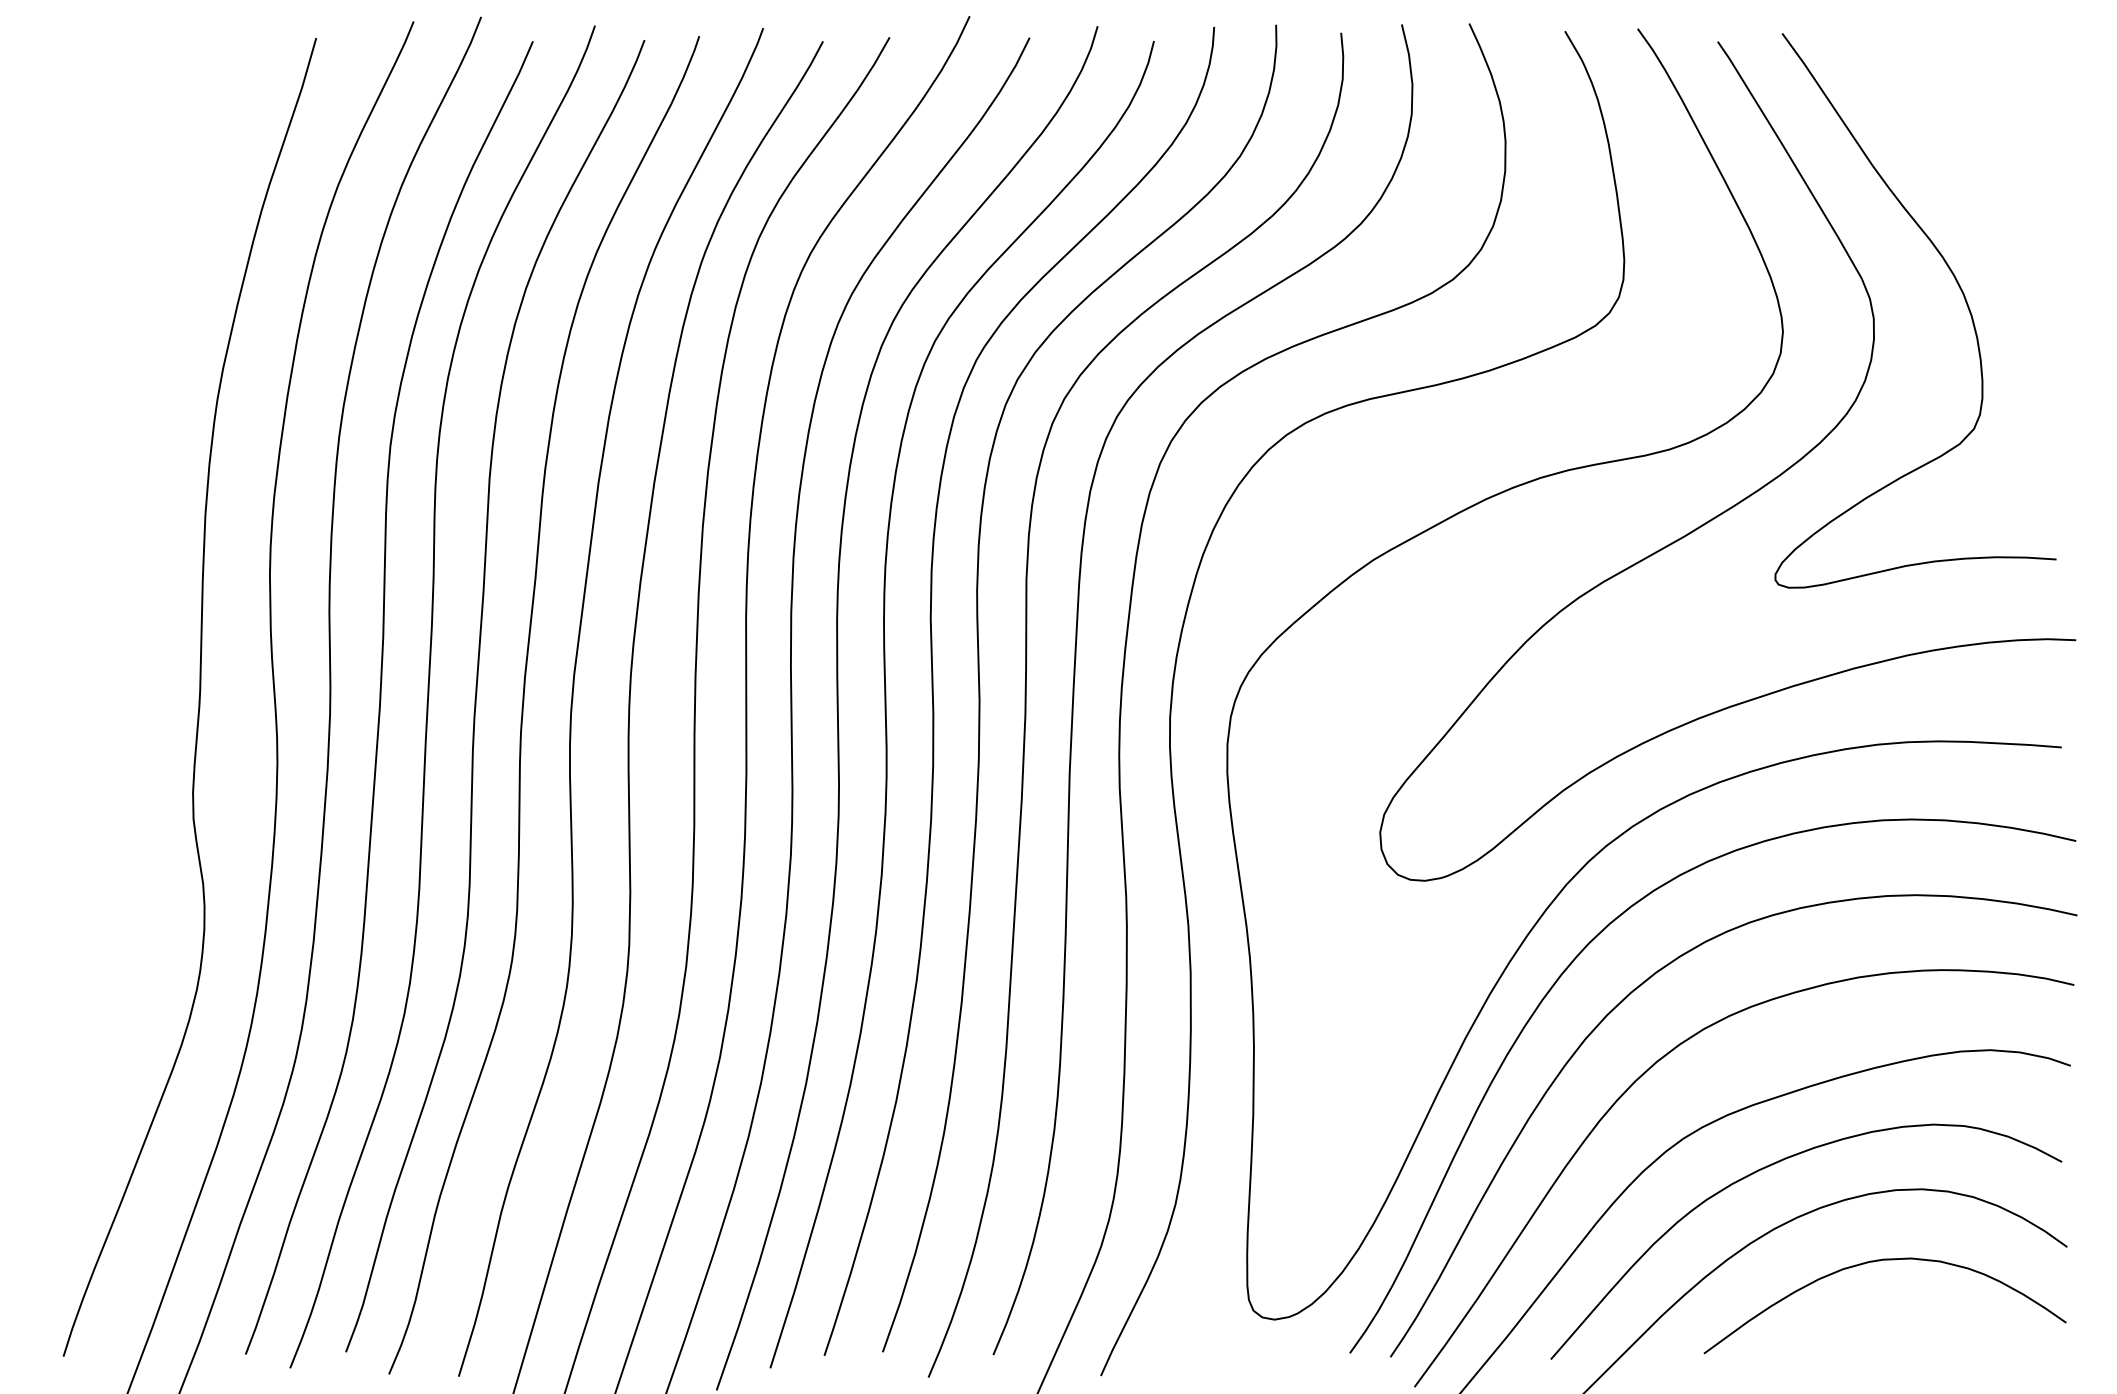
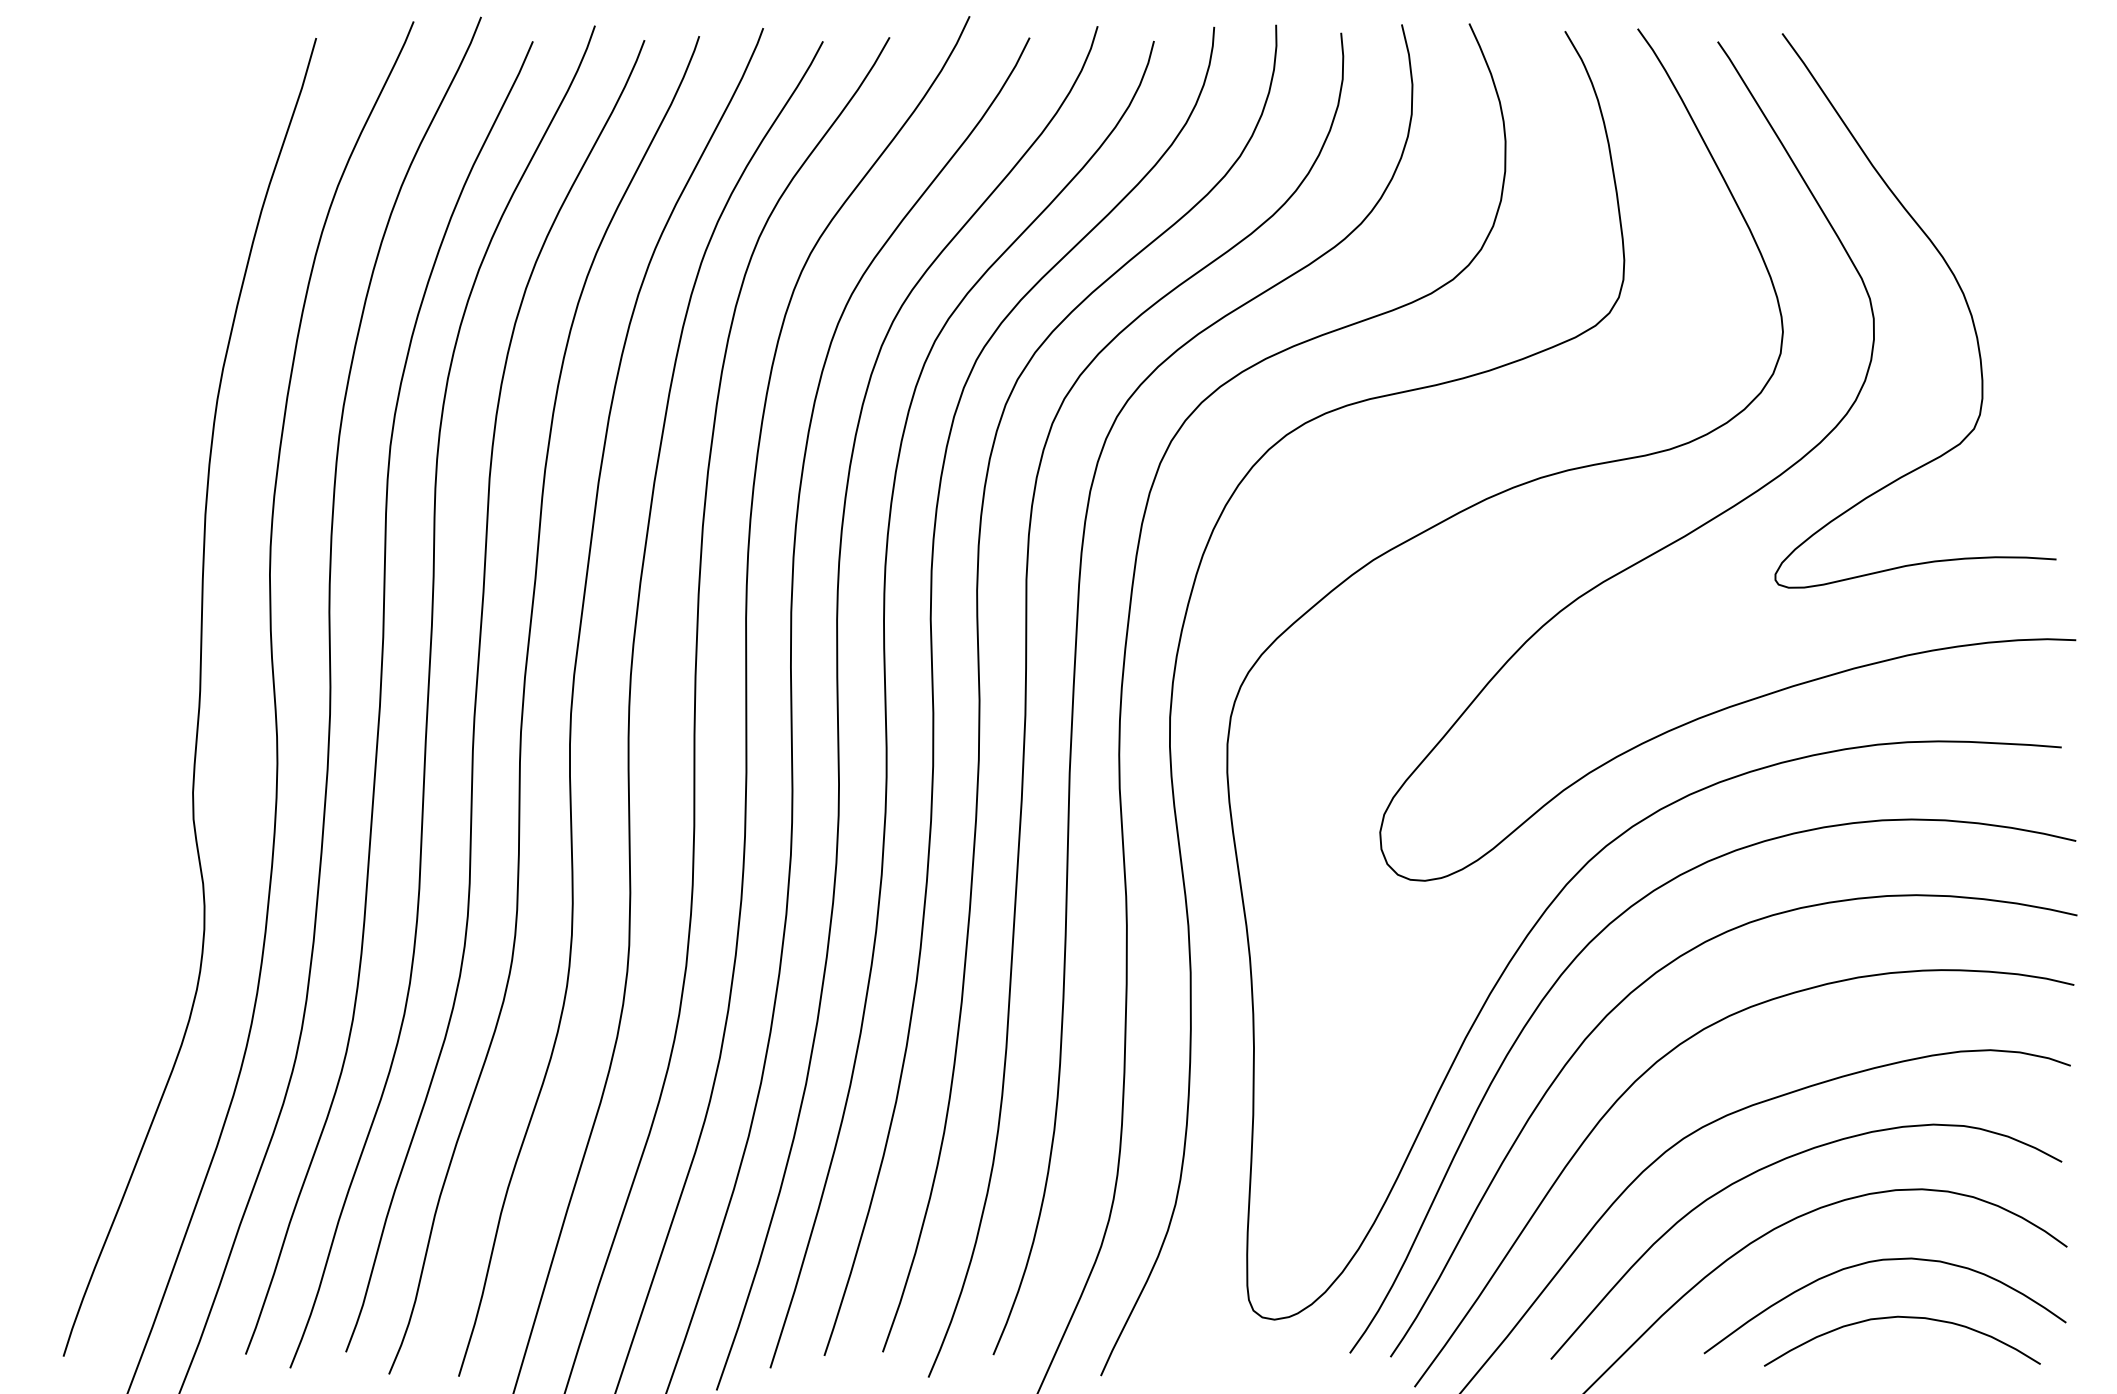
curve at (1906, 1318): none -> present
